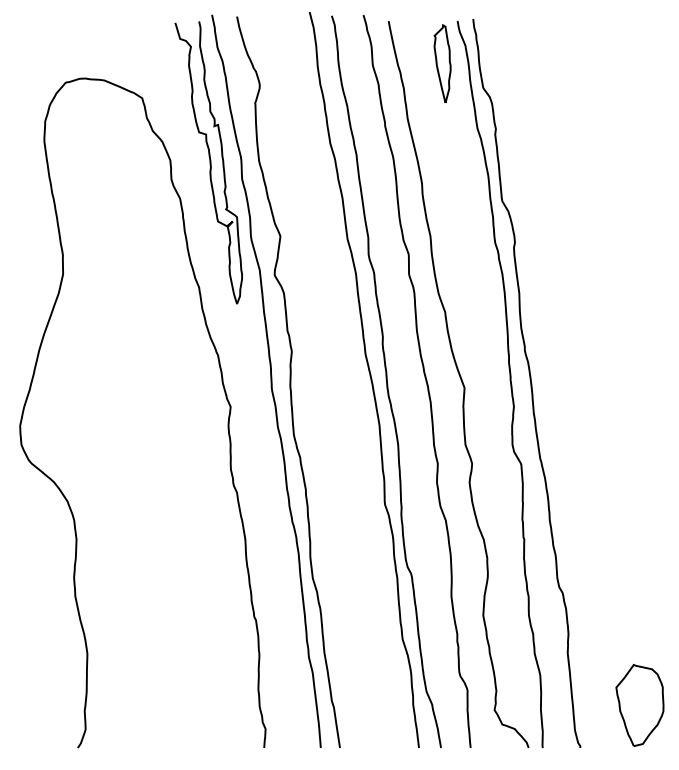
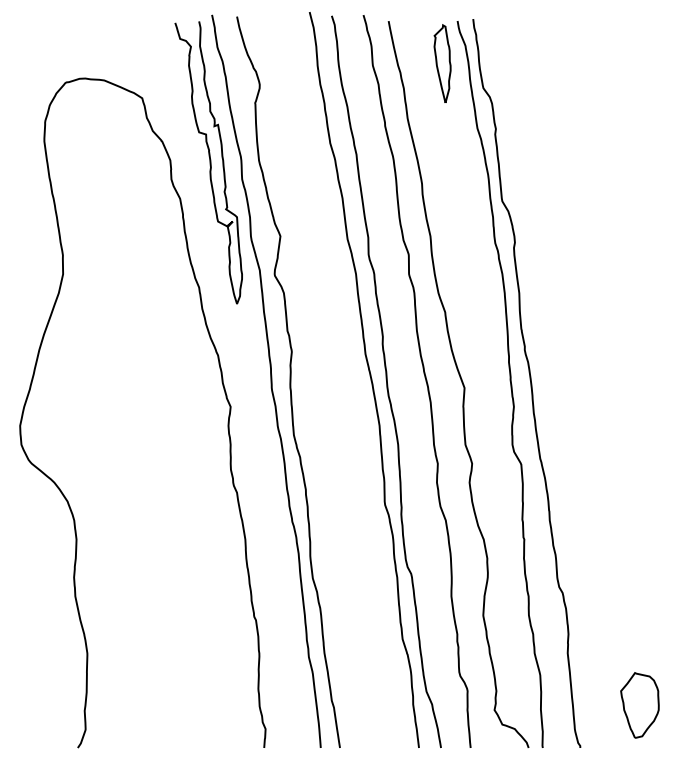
part at (639, 704) size: 50x84 px -> 40x67 px
